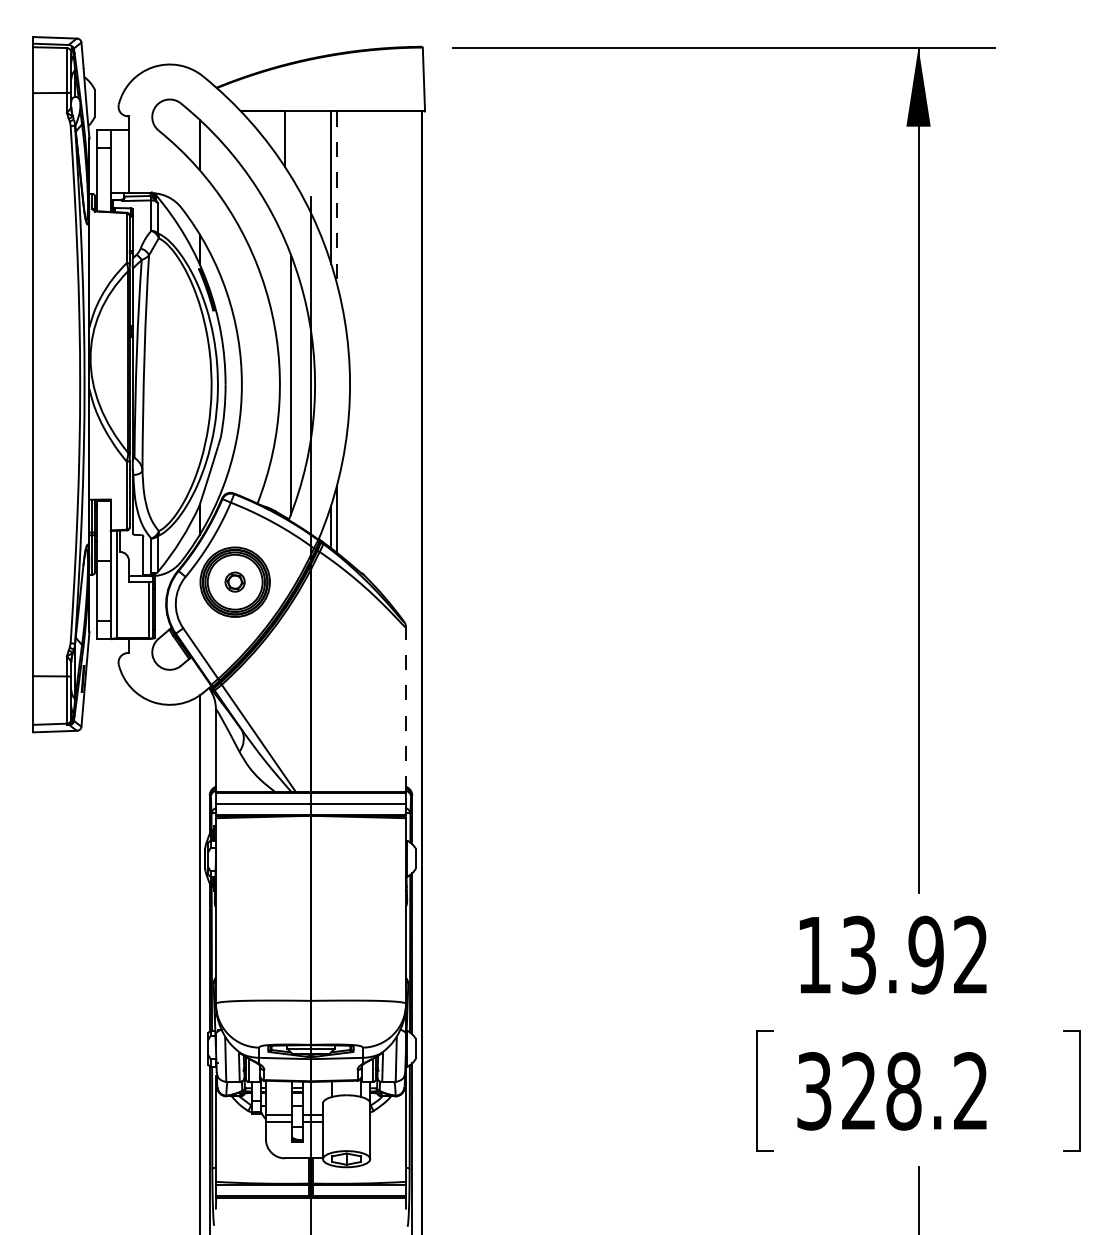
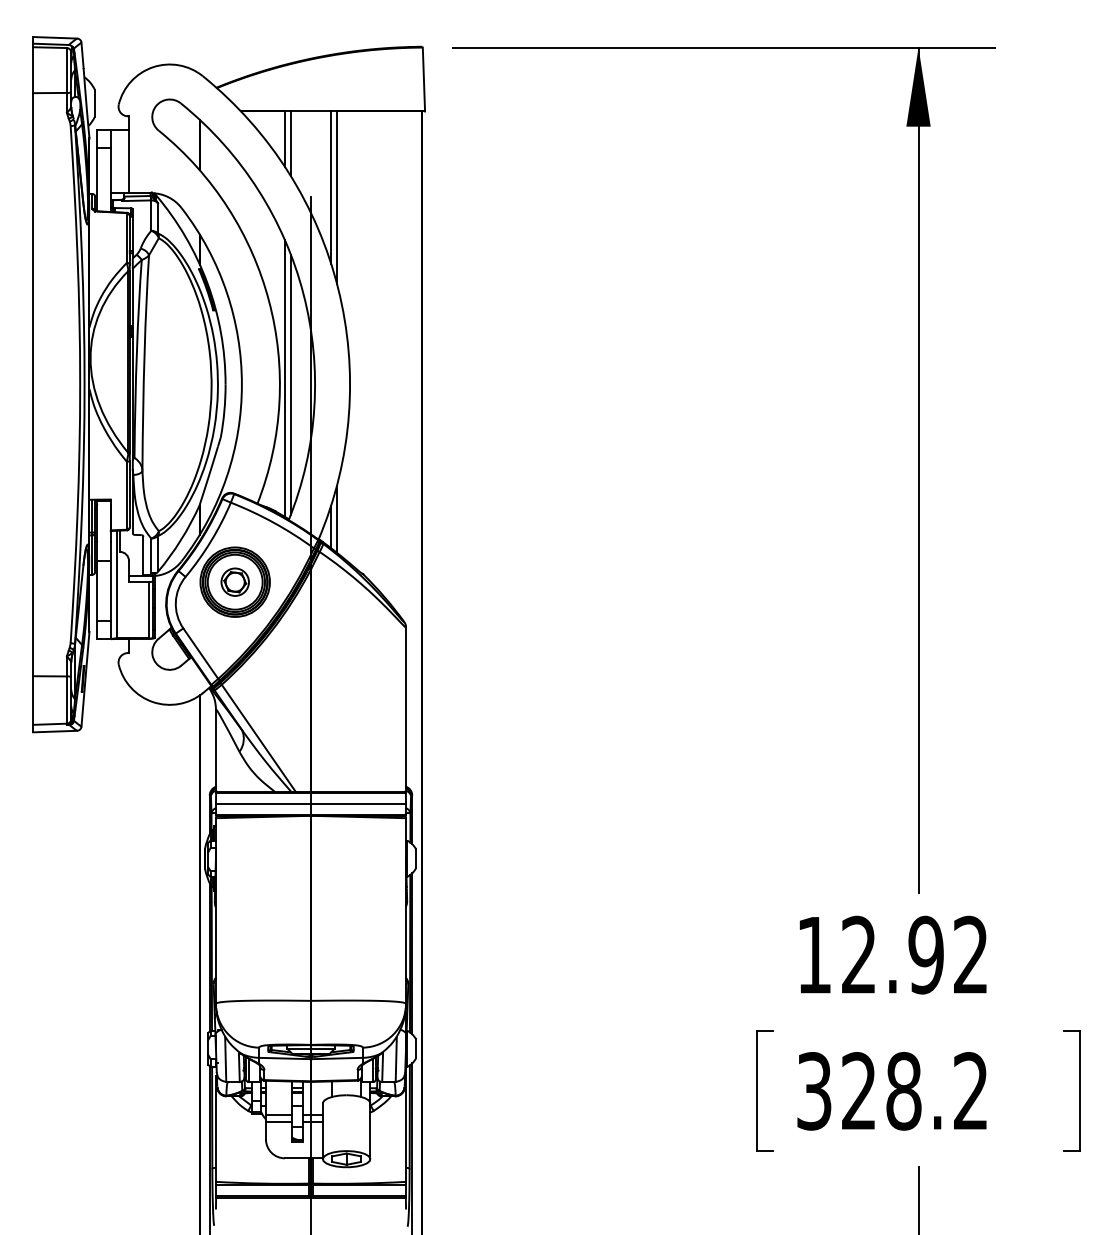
line at (290, 143): none -> present
line at (336, 198): dashed -> solid
line at (285, 378): none -> present
part at (234, 581) size: 22x22 px -> 30x30 px
line at (406, 709): dashed -> solid
text at (858, 954): 13.92 -> 12.92
